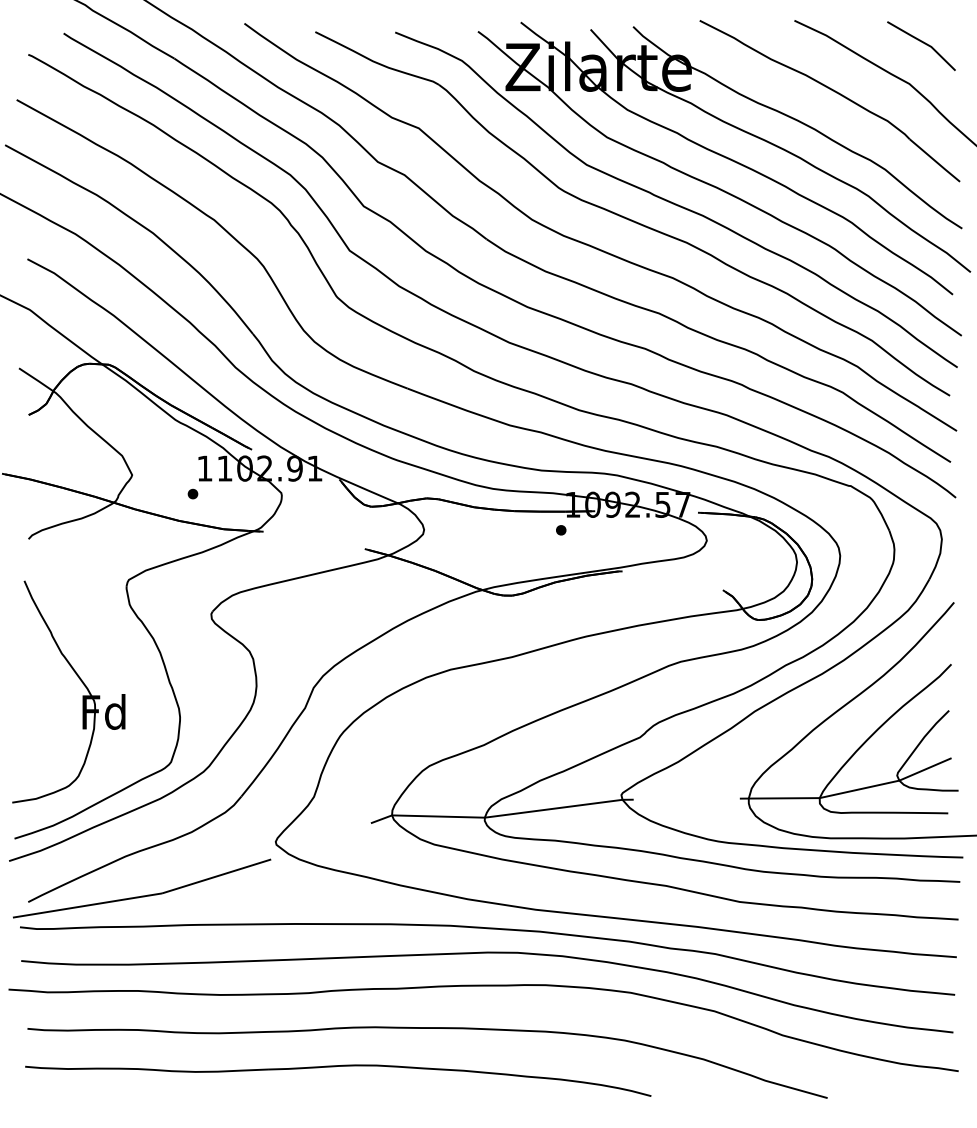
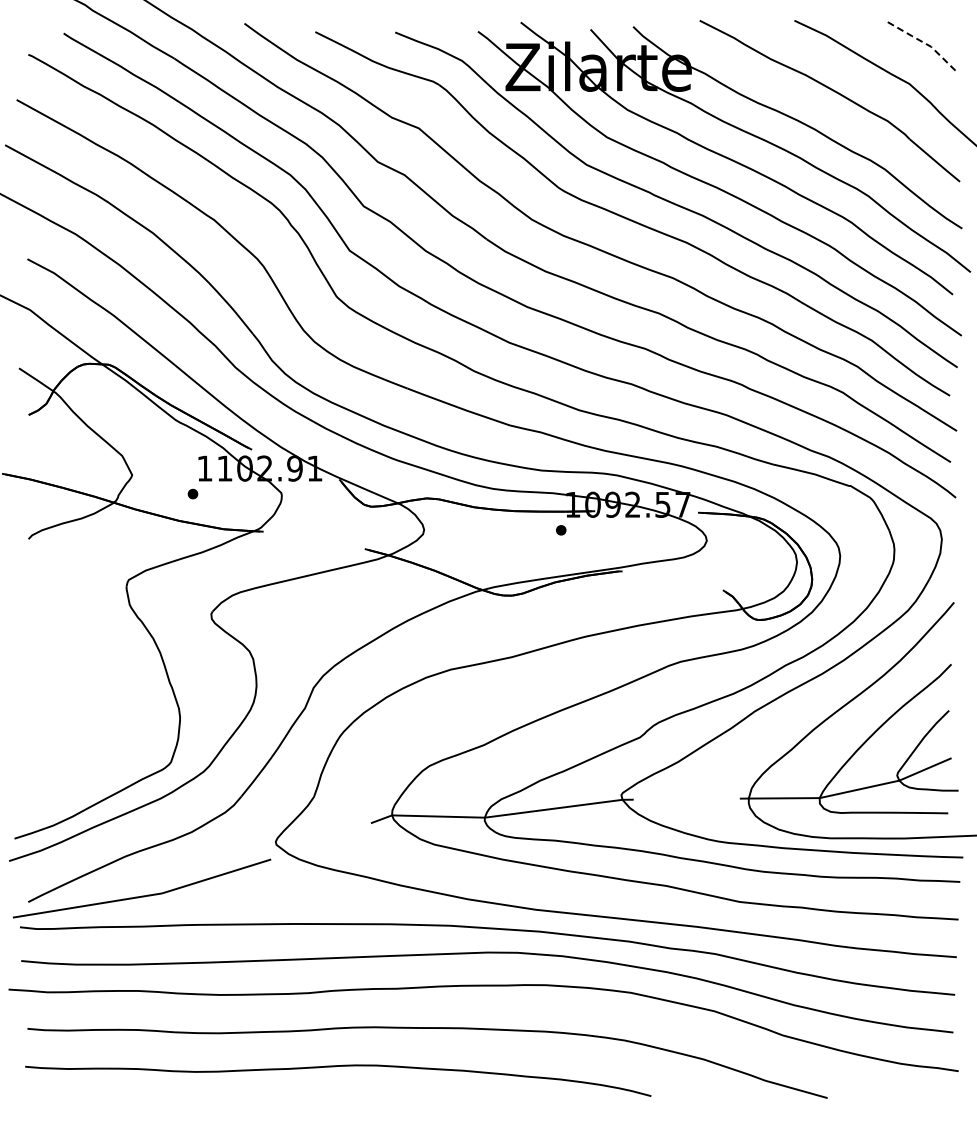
line at (923, 42): solid -> dashed
part at (82, 695): present -> none
